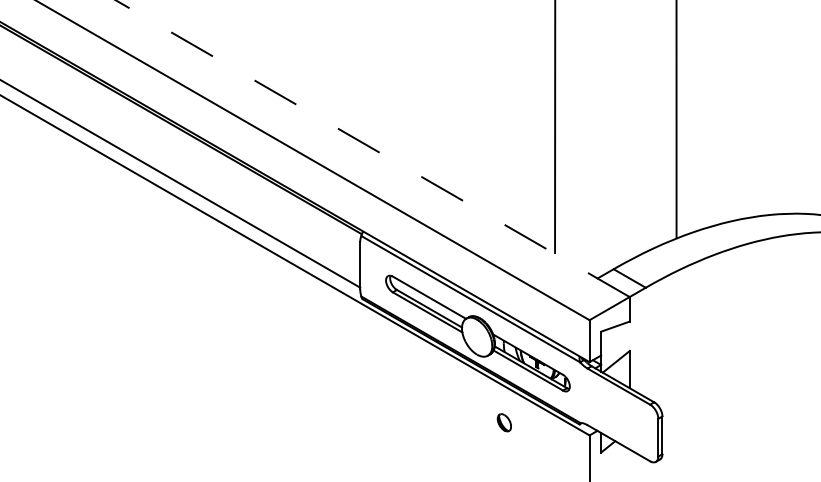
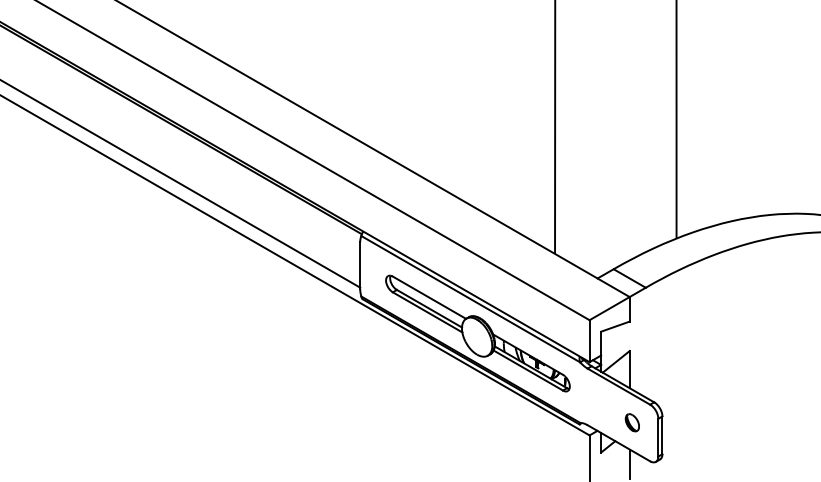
line at (372, 148): dashed -> solid
part at (503, 422) position: (503, 422) -> (631, 422)
line at (629, 463): none -> present
